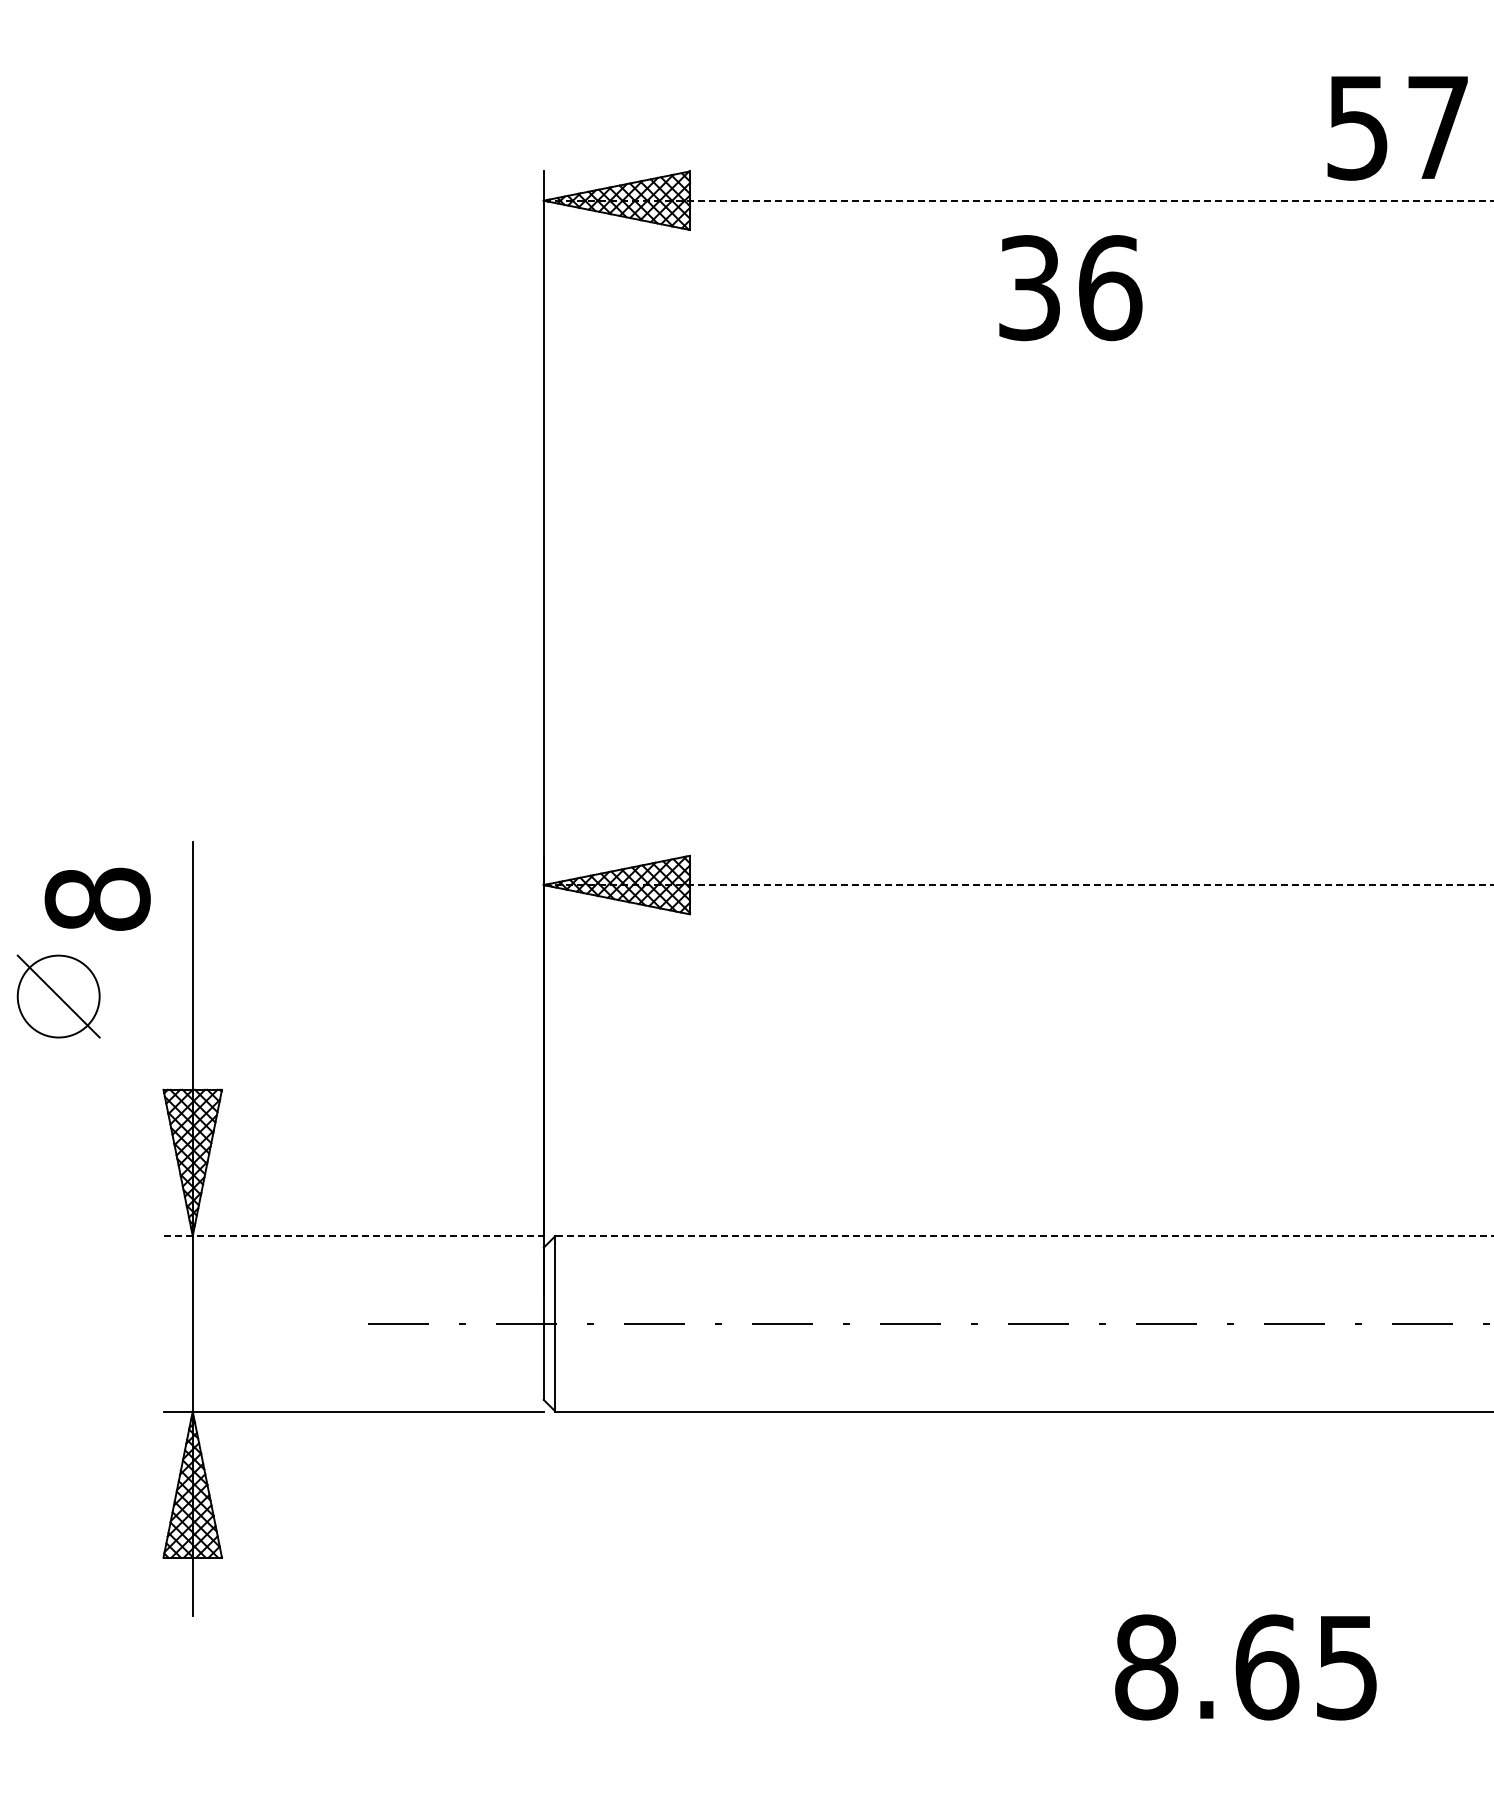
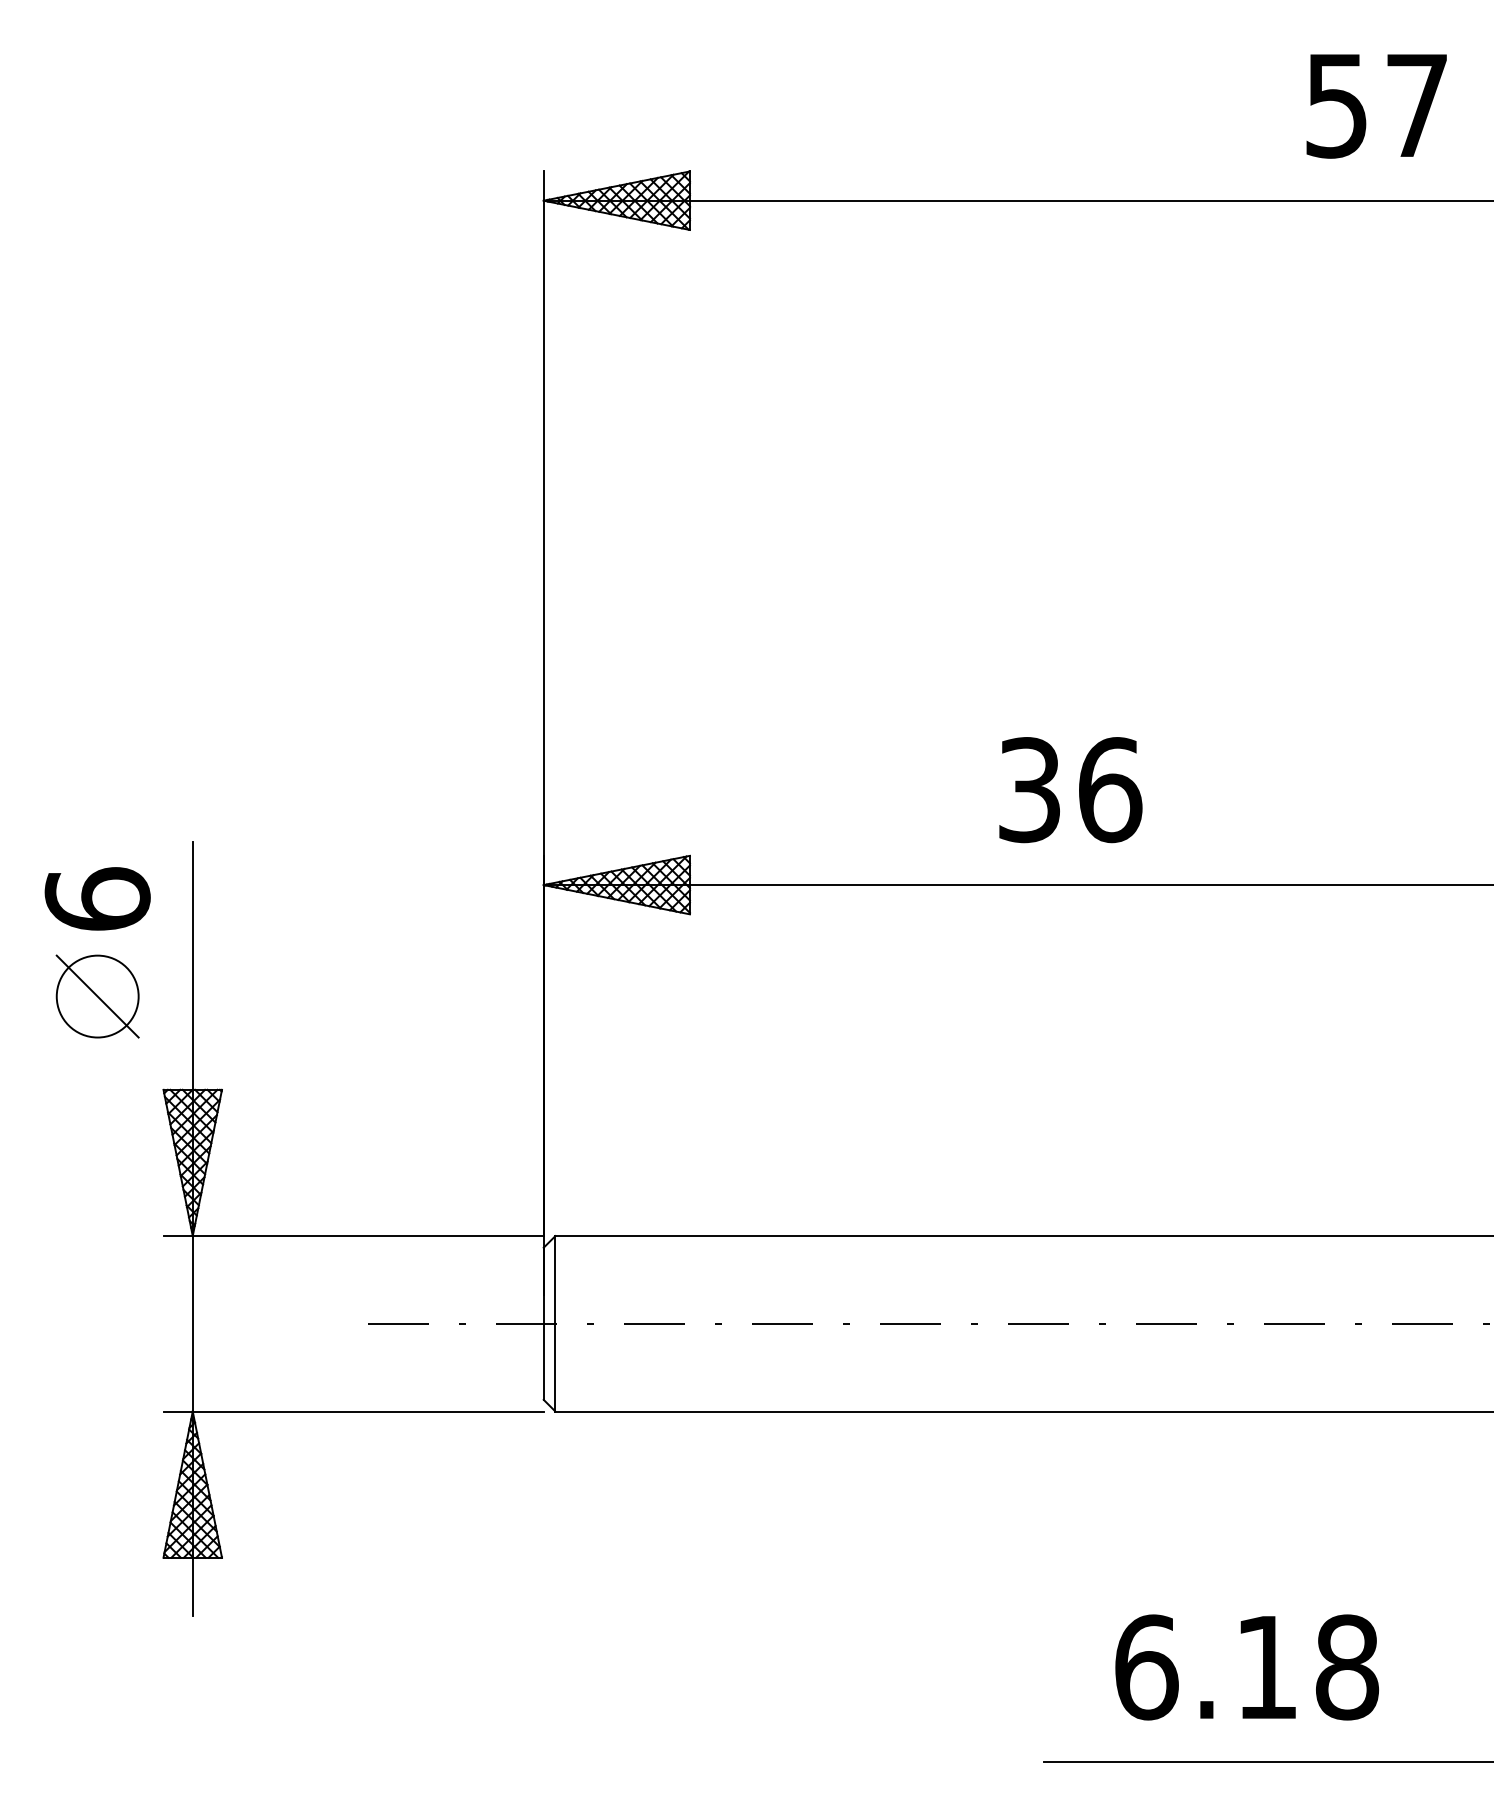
text at (1397, 128) position: (1397, 128) -> (1376, 106)
line at (1018, 200): dashed -> solid
text at (1070, 288) position: (1070, 288) -> (1070, 790)
line at (1018, 885): dashed -> solid
text at (97, 898): 8 -> 6
part at (58, 996) position: (58, 996) -> (97, 996)
line at (354, 1236): dashed -> solid
line at (1024, 1236): dashed -> solid
text at (1247, 1667): 8.65 -> 6.18
line at (1266, 1762): none -> present
